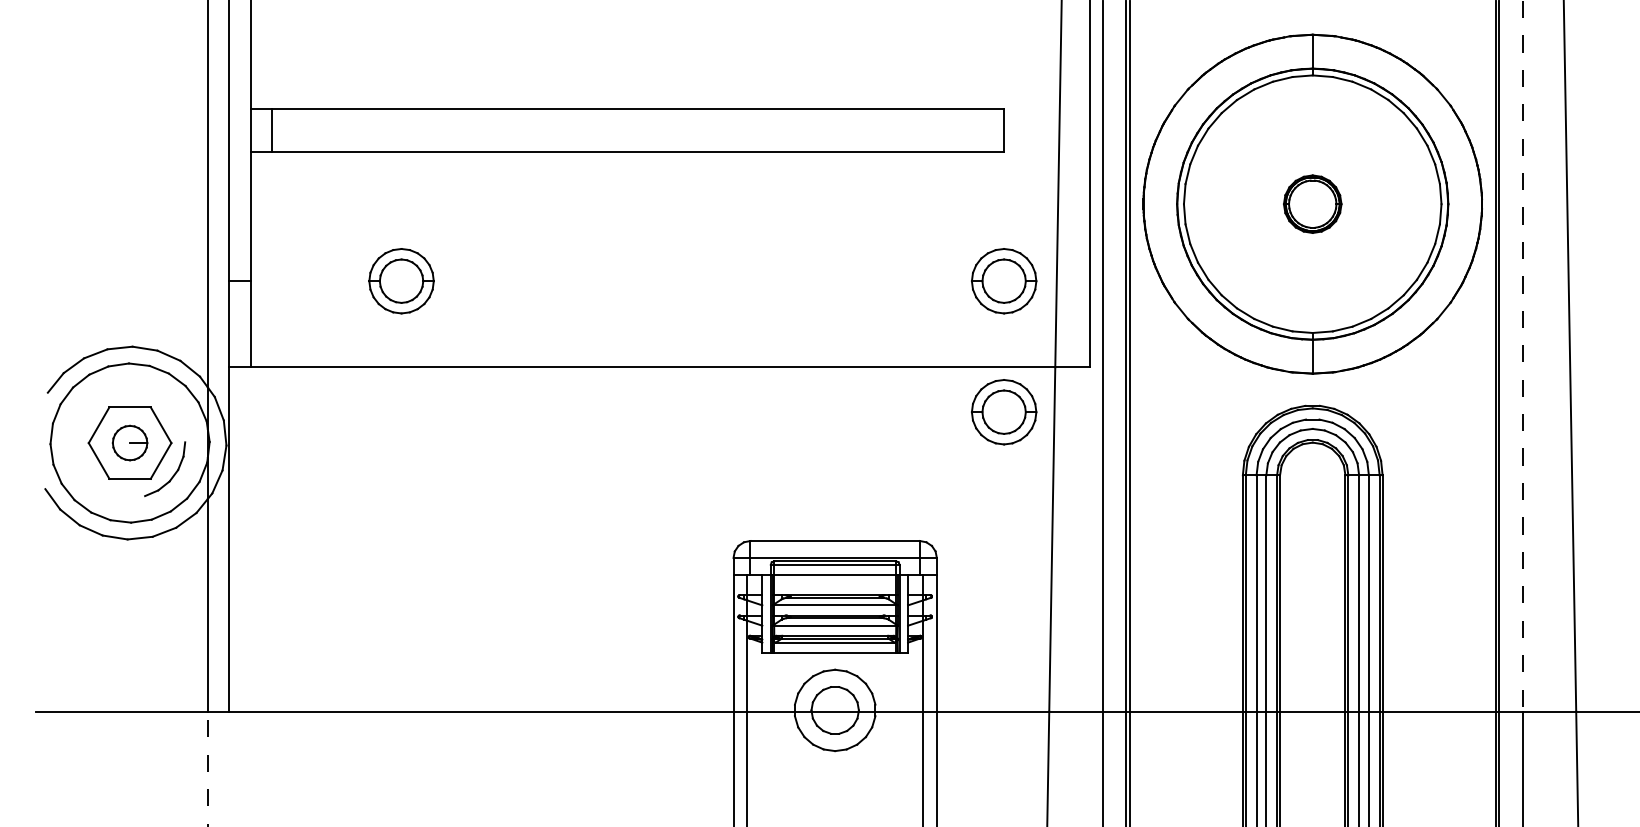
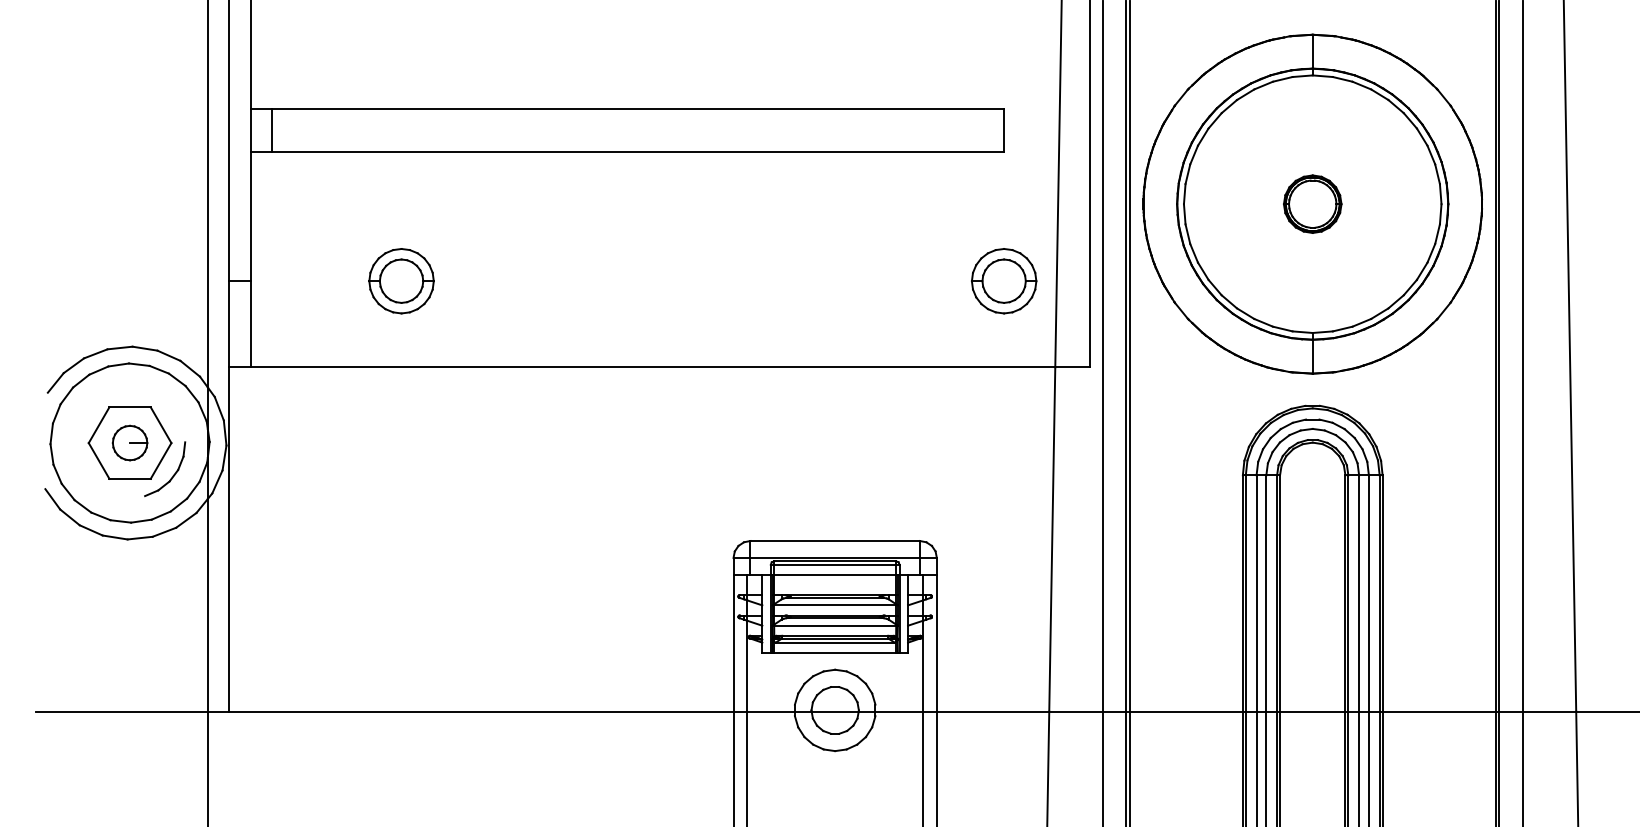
line at (1522, 356): dashed -> solid
part at (1004, 412): present -> none
line at (207, 769): dashed -> solid
